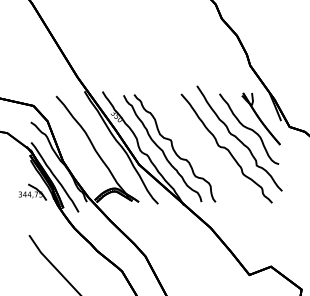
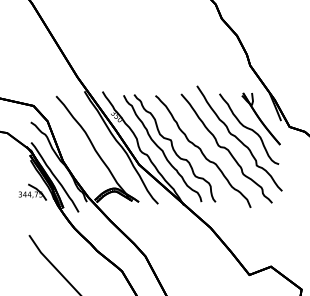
curve at (202, 151): none -> present
